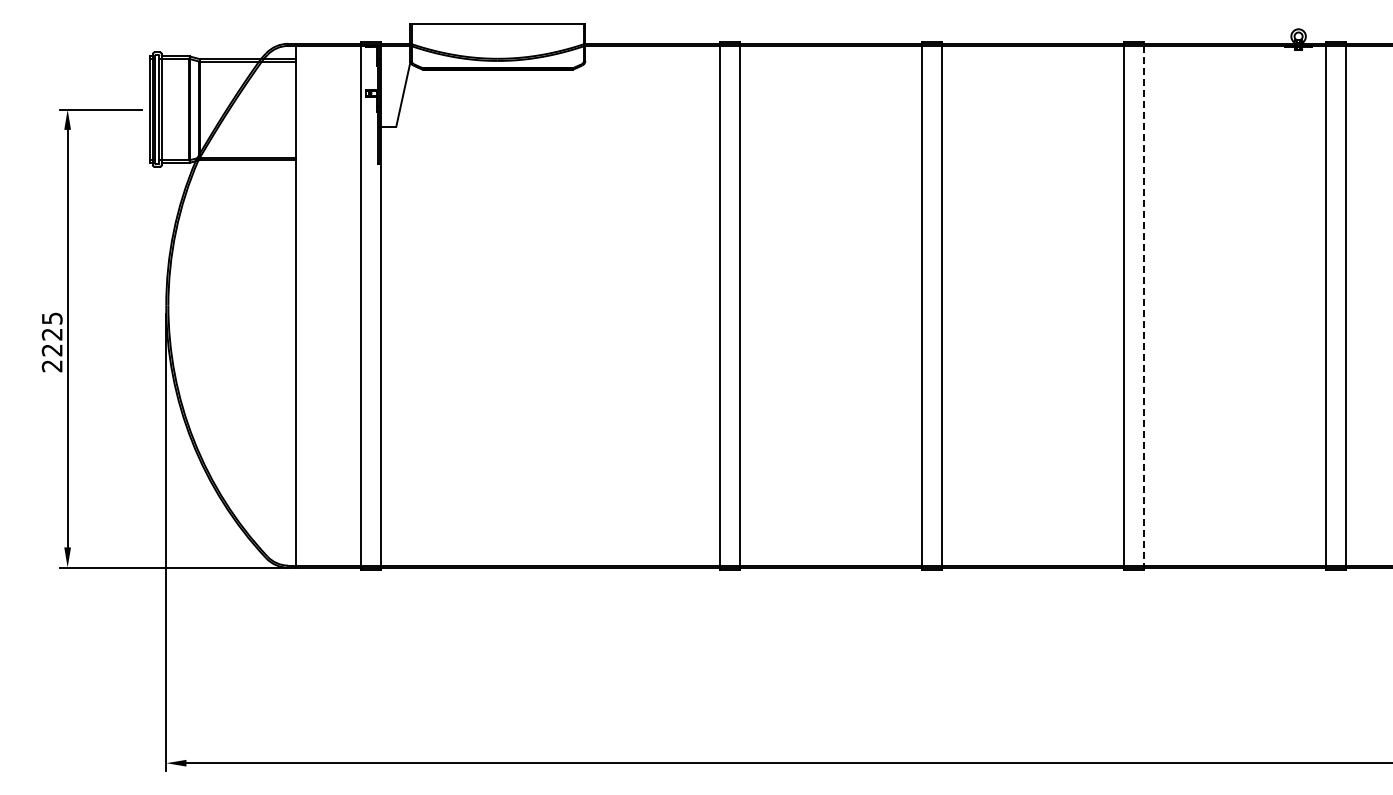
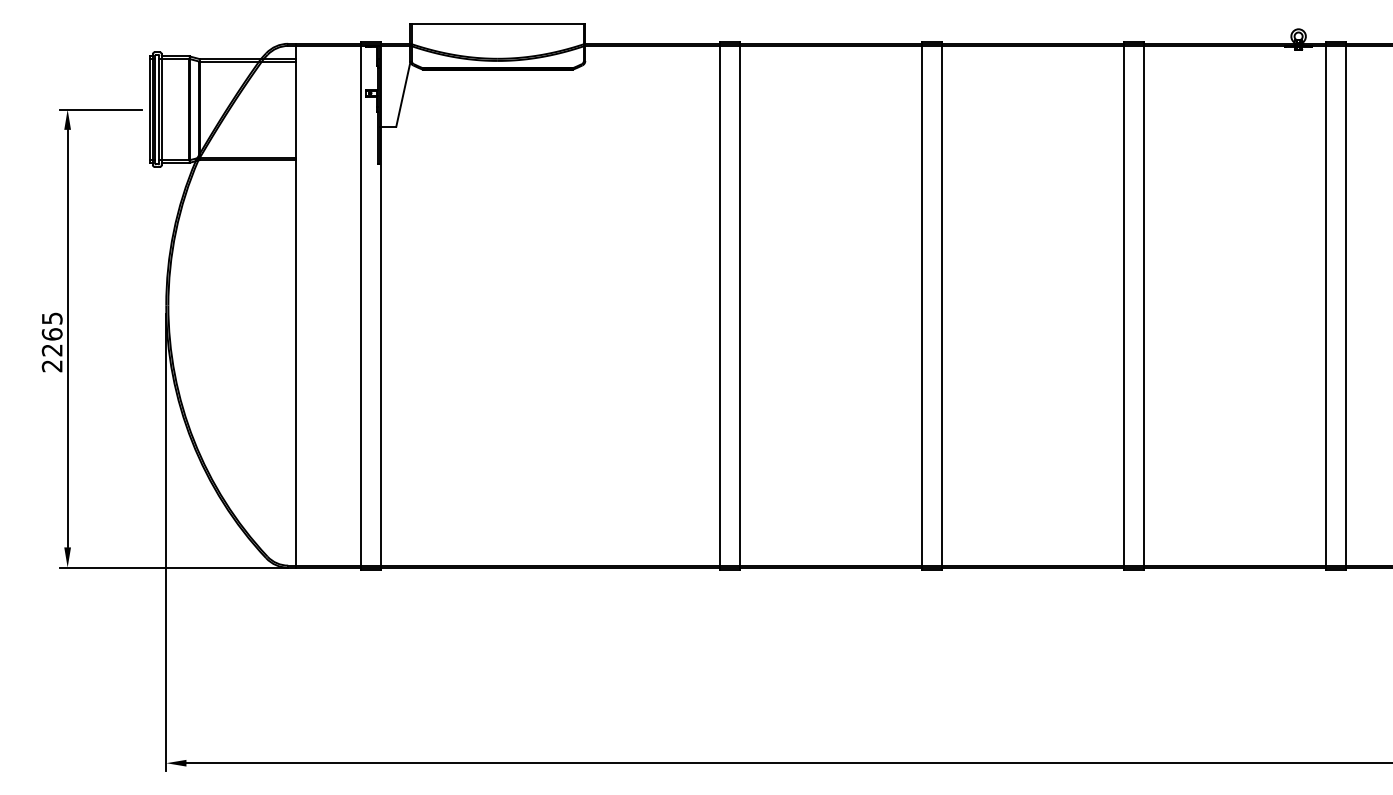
line at (1144, 305): dashed -> solid
text at (51, 334): 2225 -> 2265
